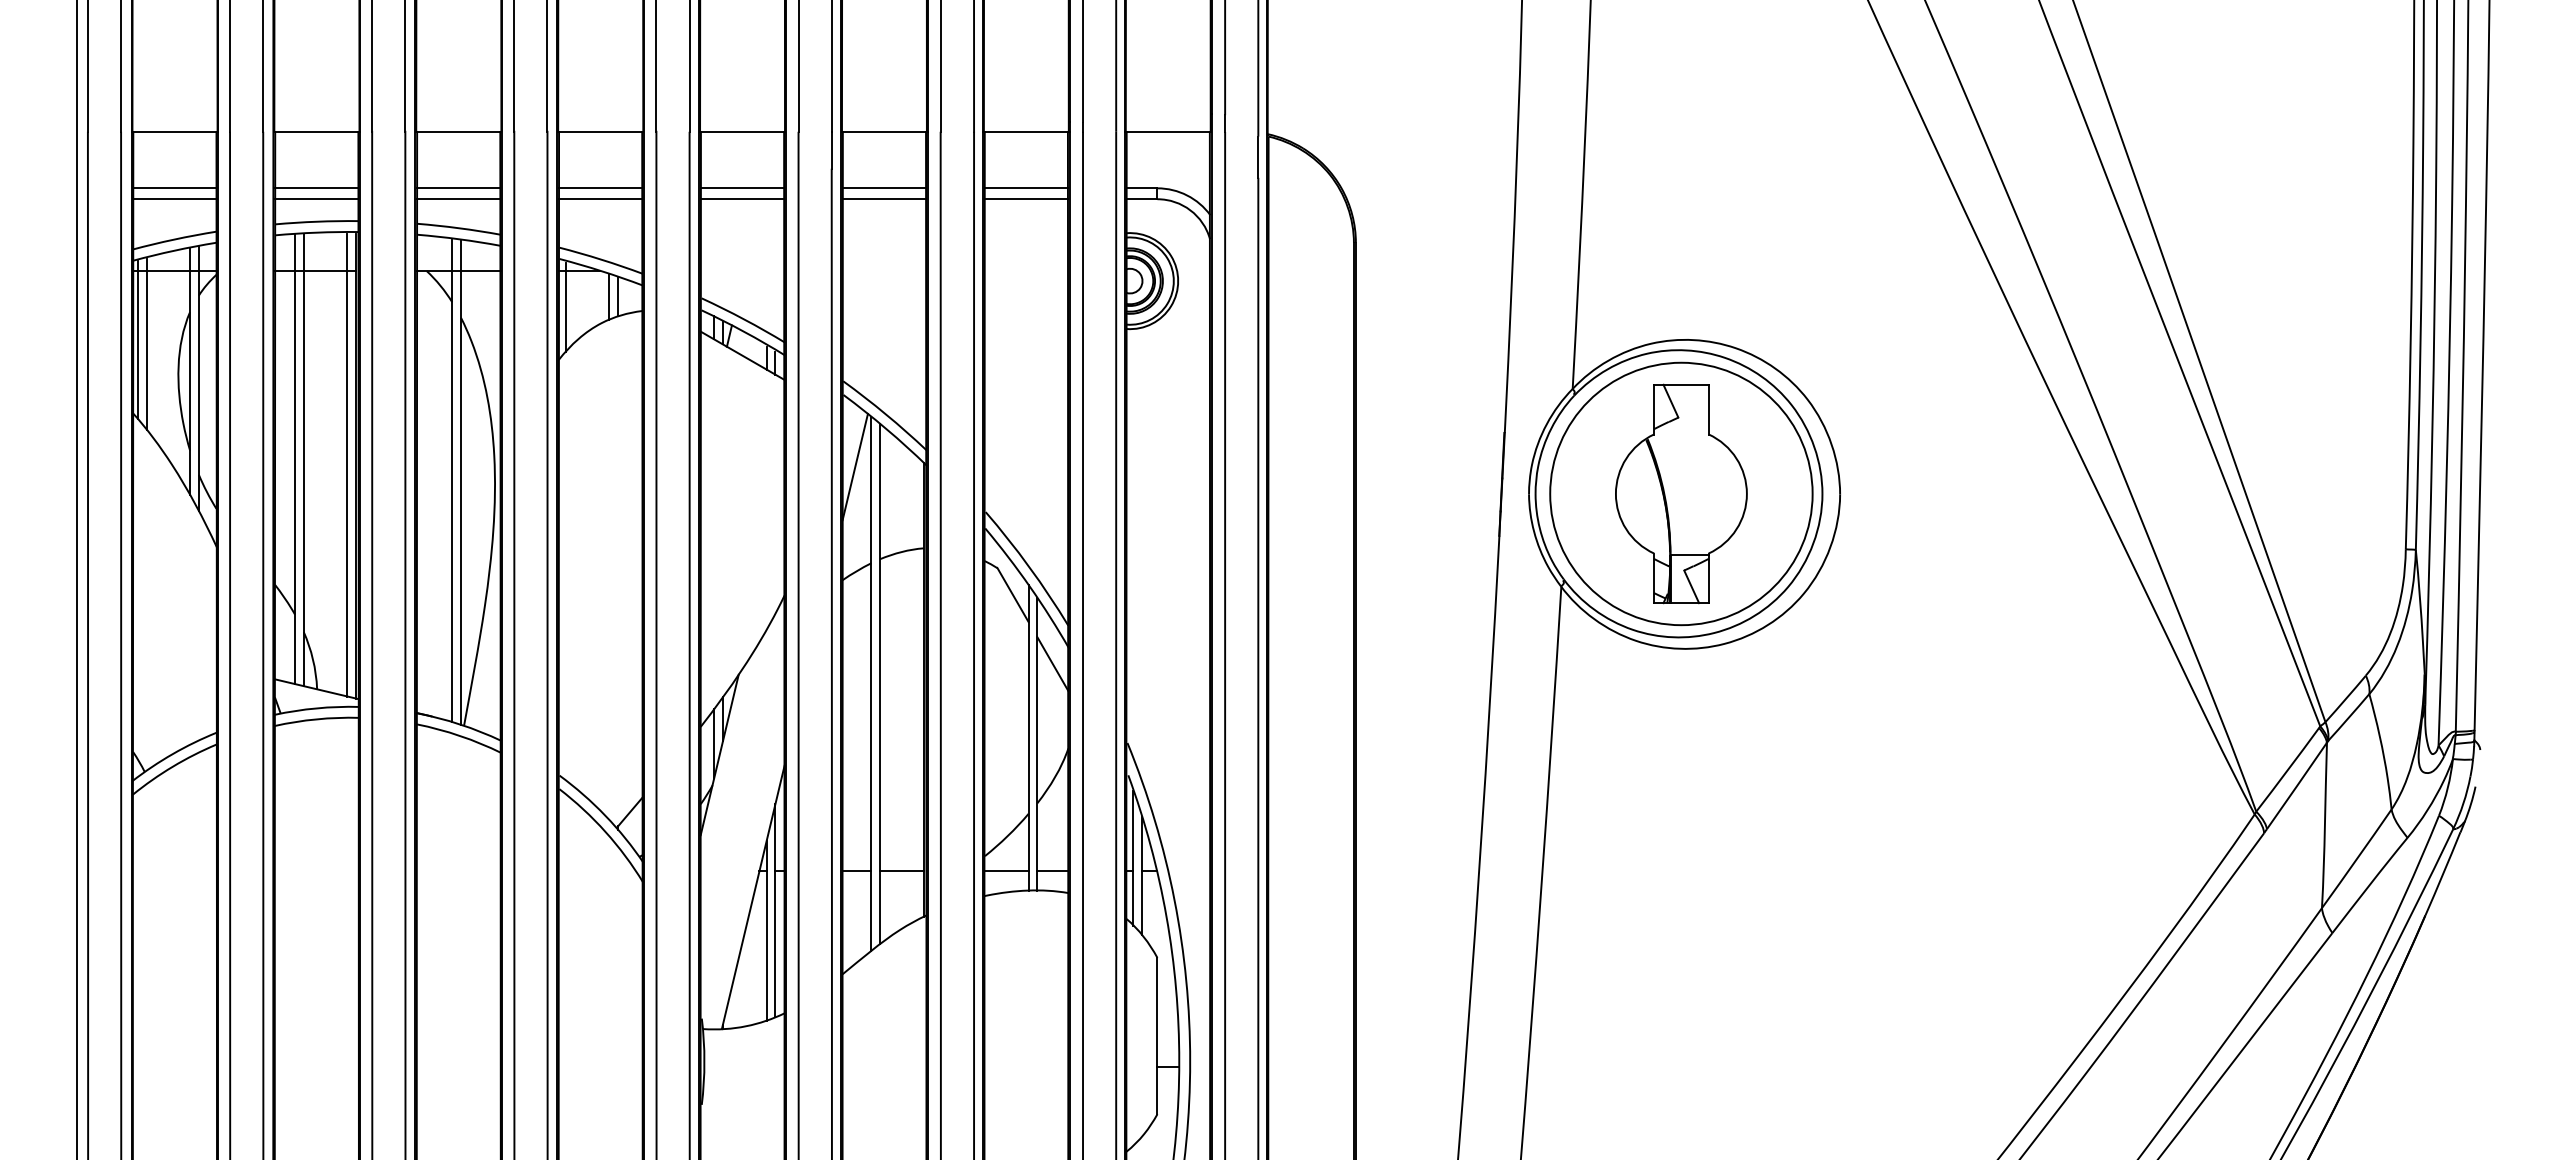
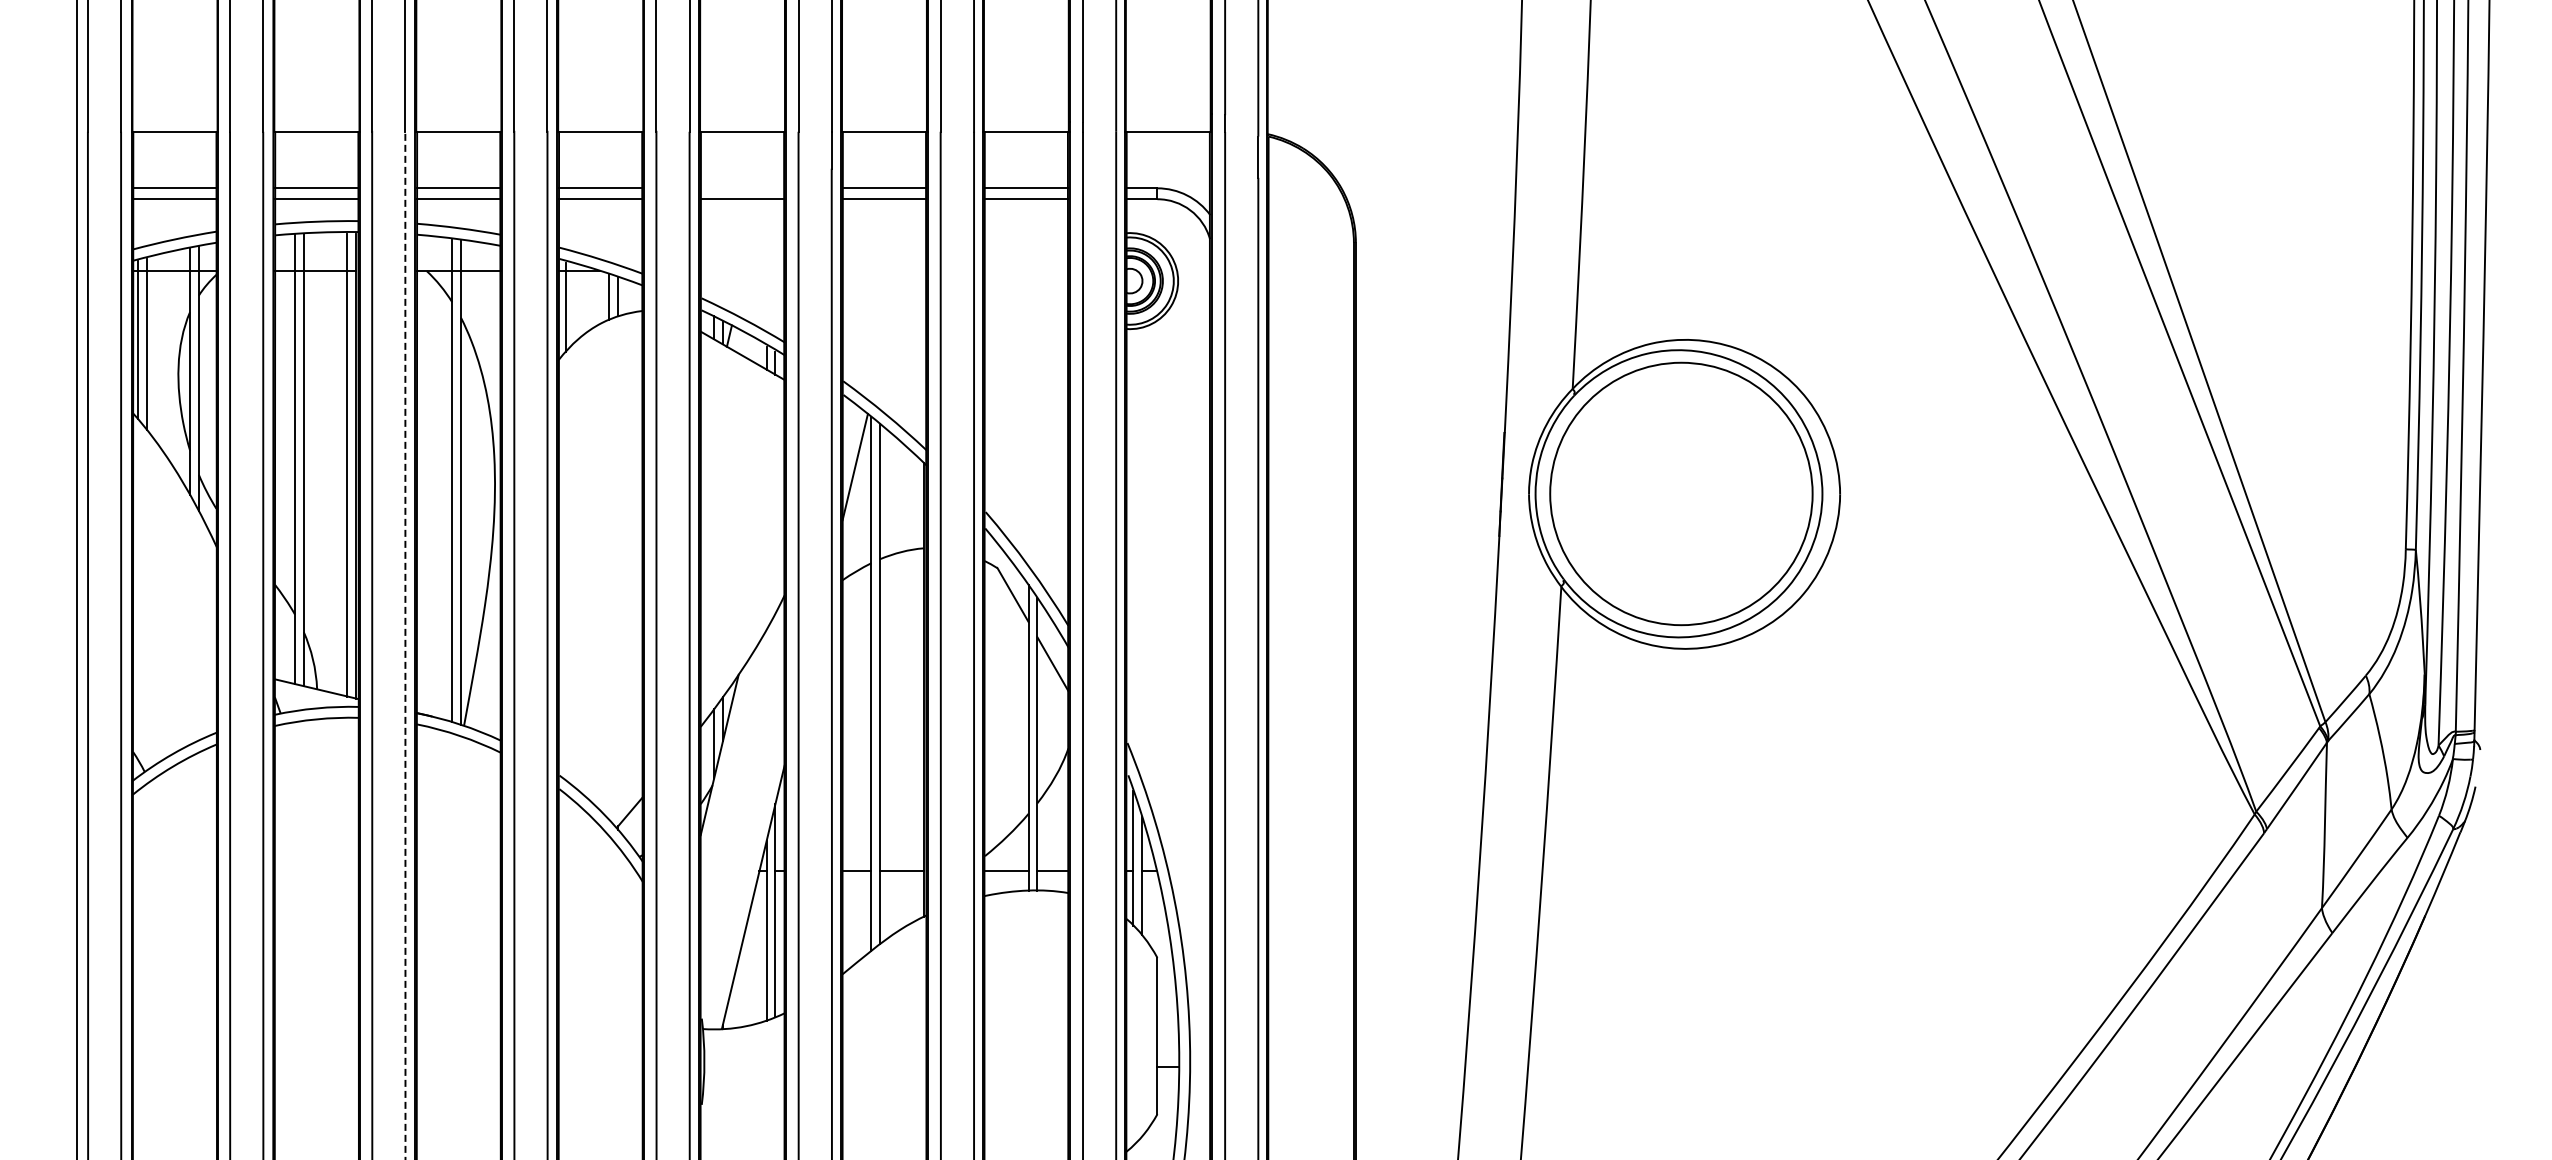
line at (742, 188): present -> none
part at (1681, 493): present -> none
line at (405, 645): solid -> dashed
